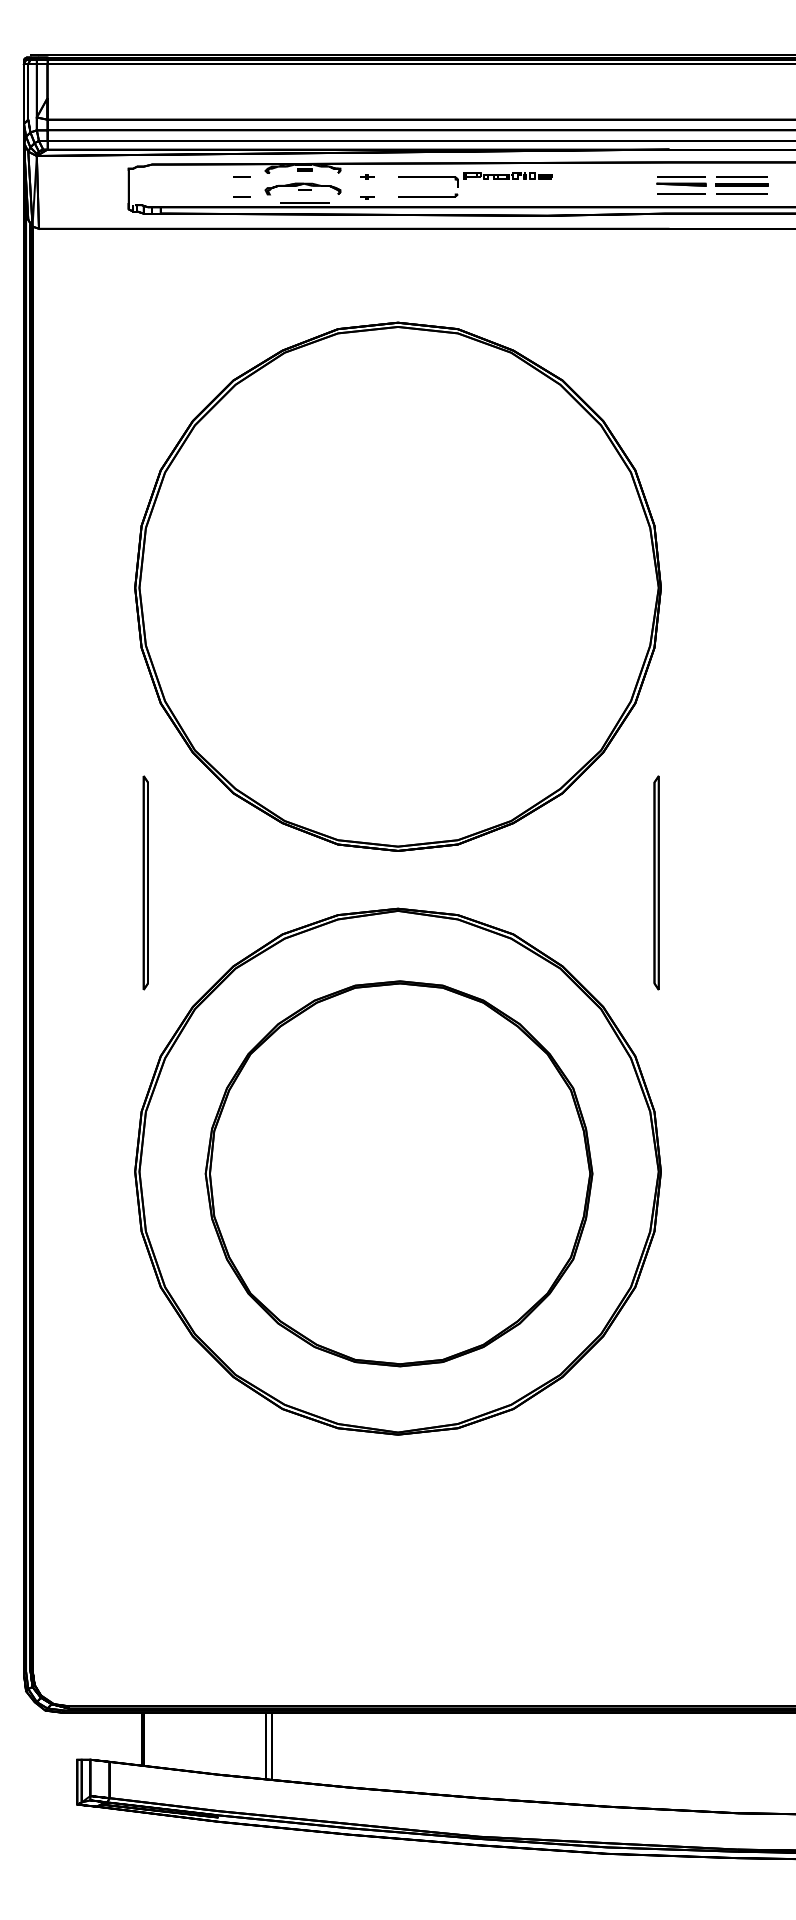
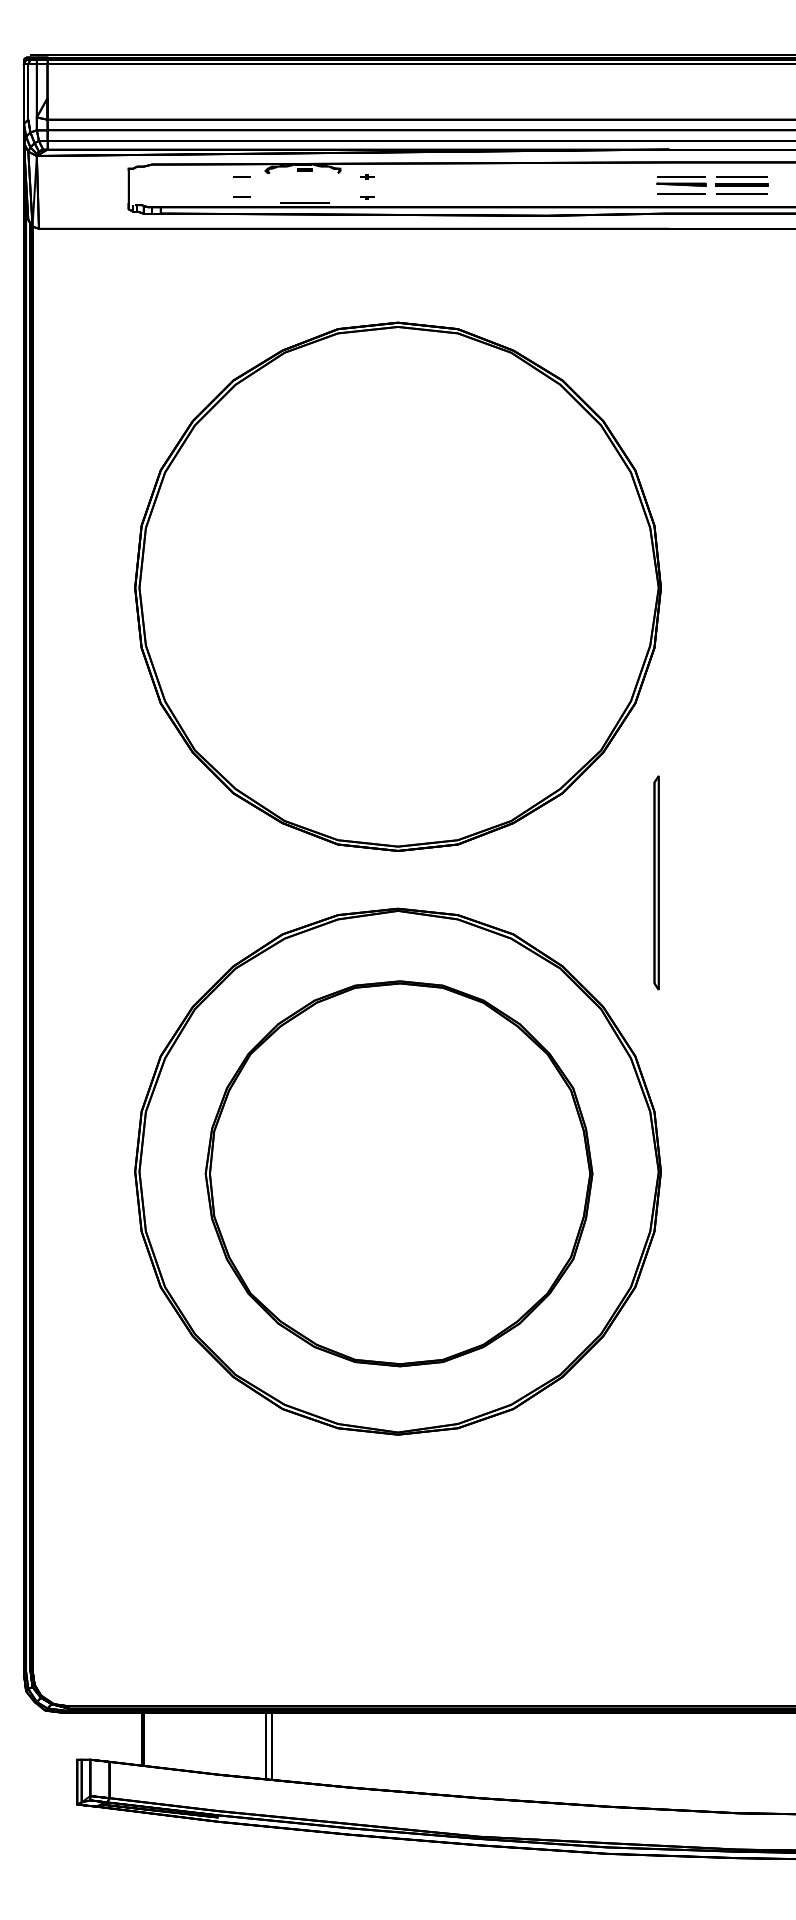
part at (475, 177): present -> none
part at (302, 188): present -> none
part at (145, 882): present -> none
